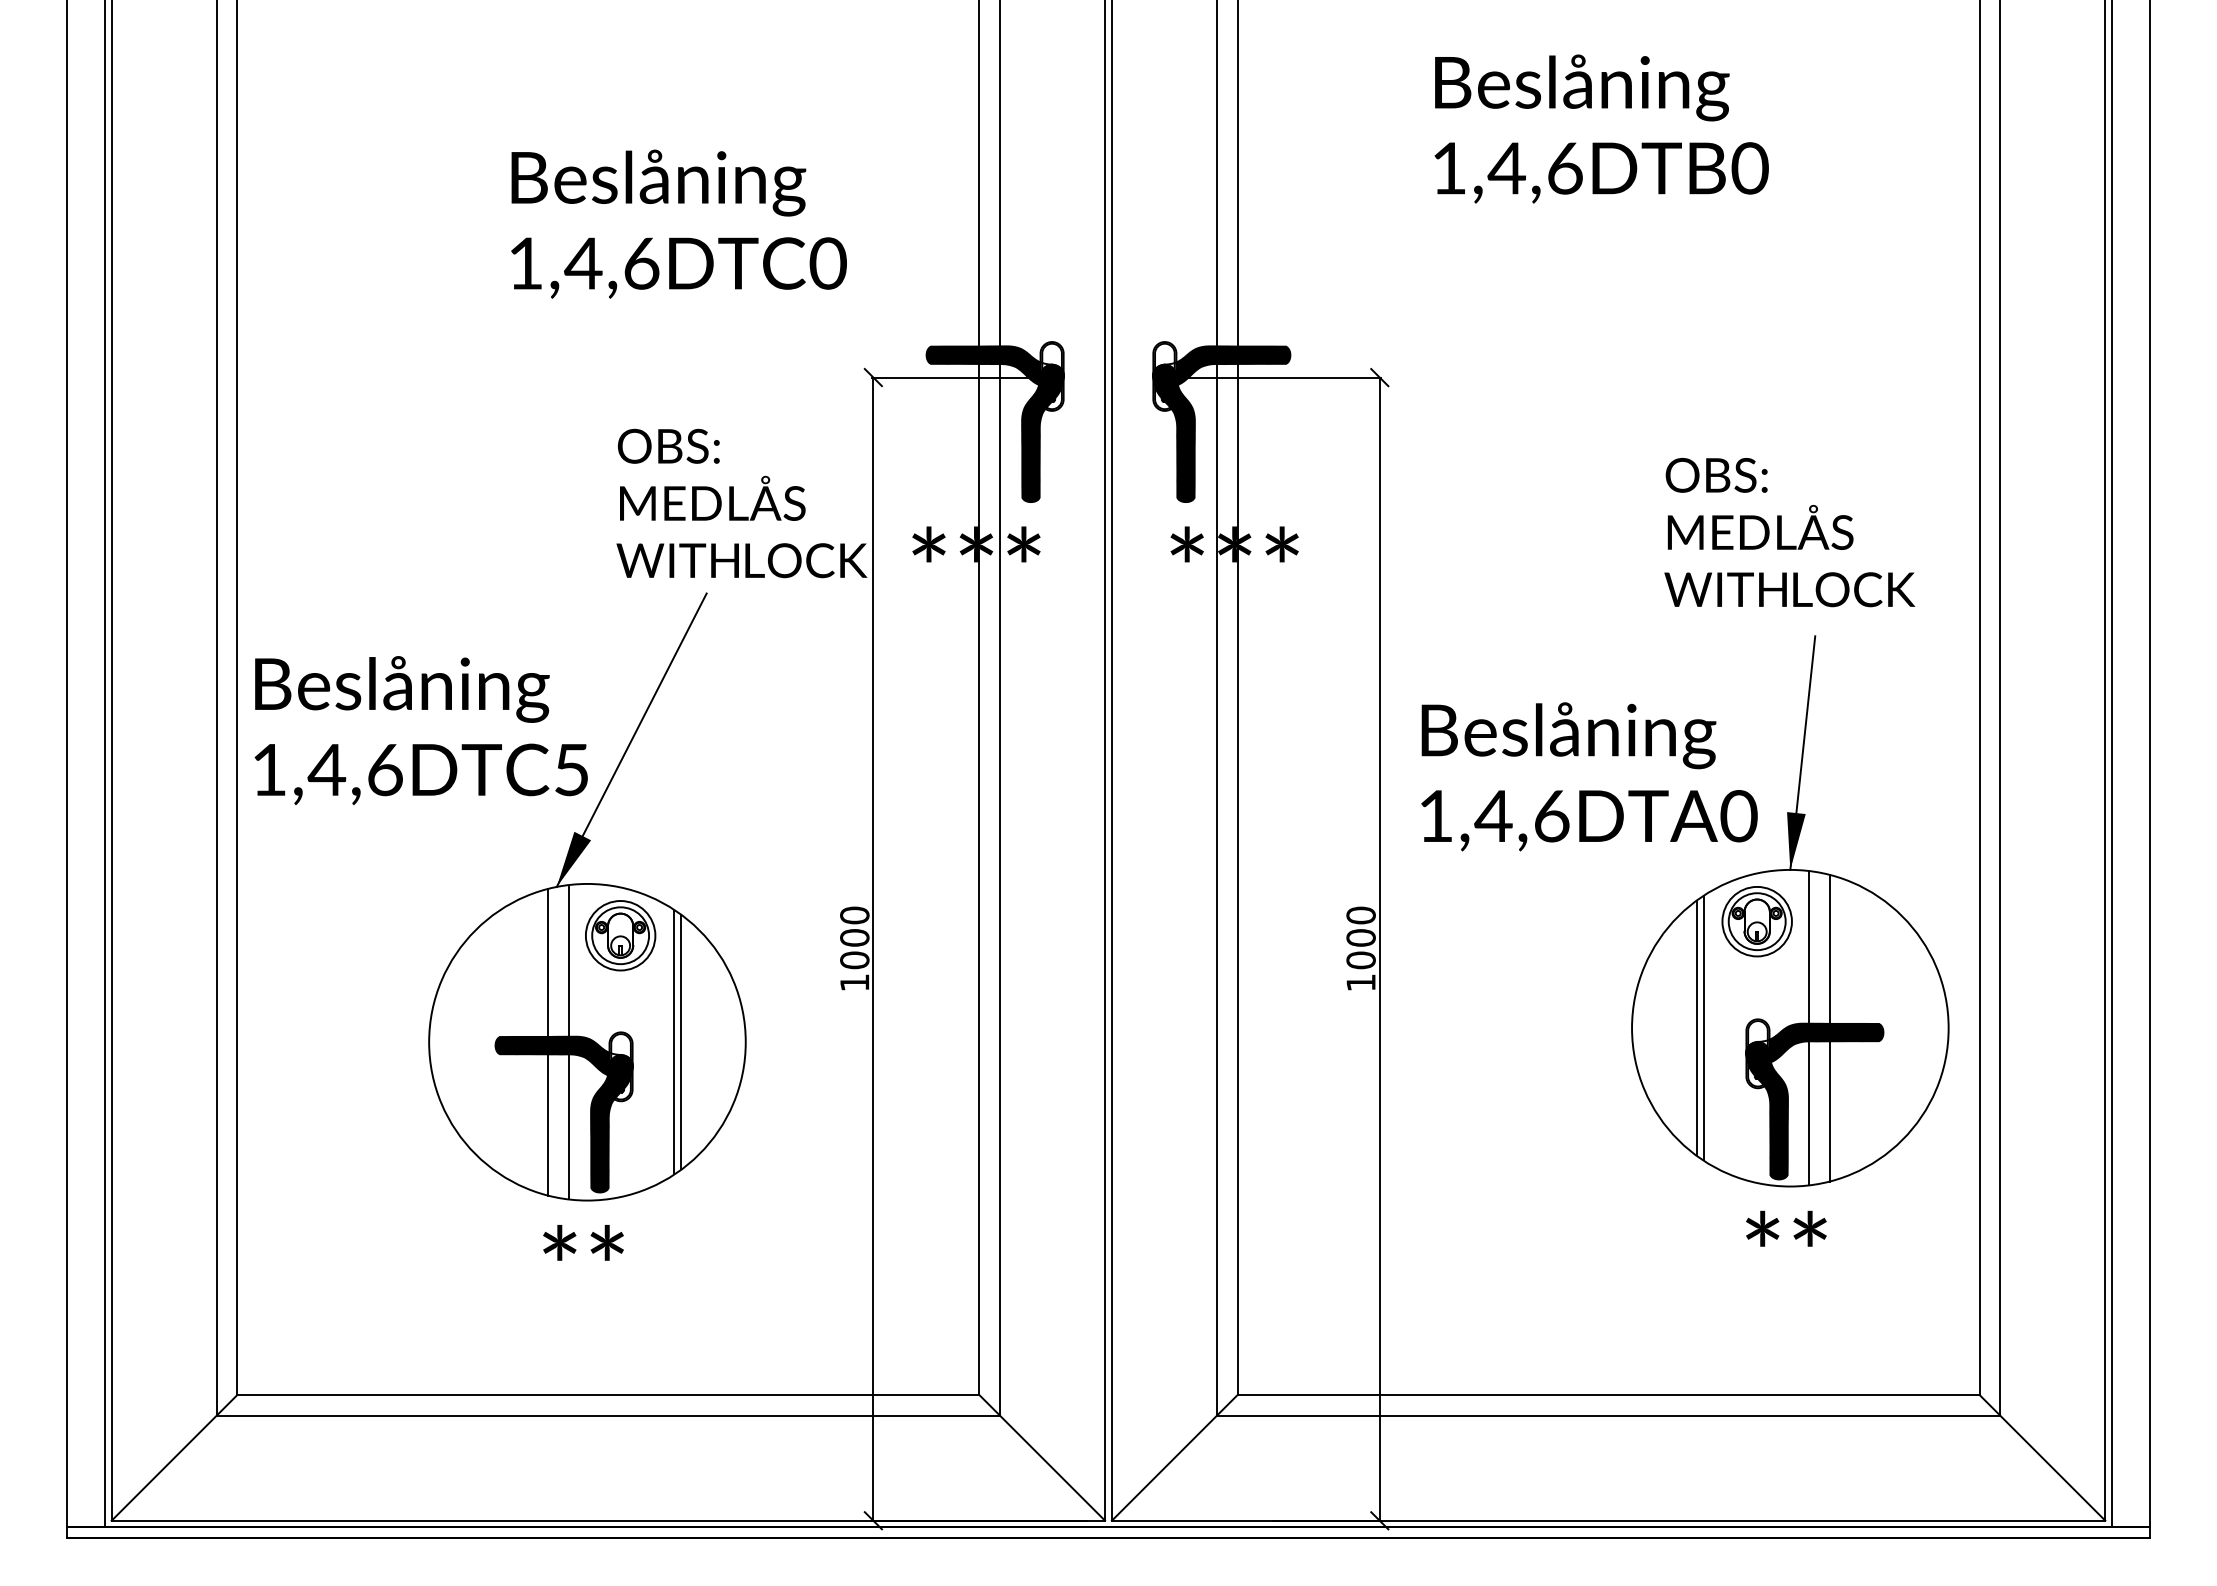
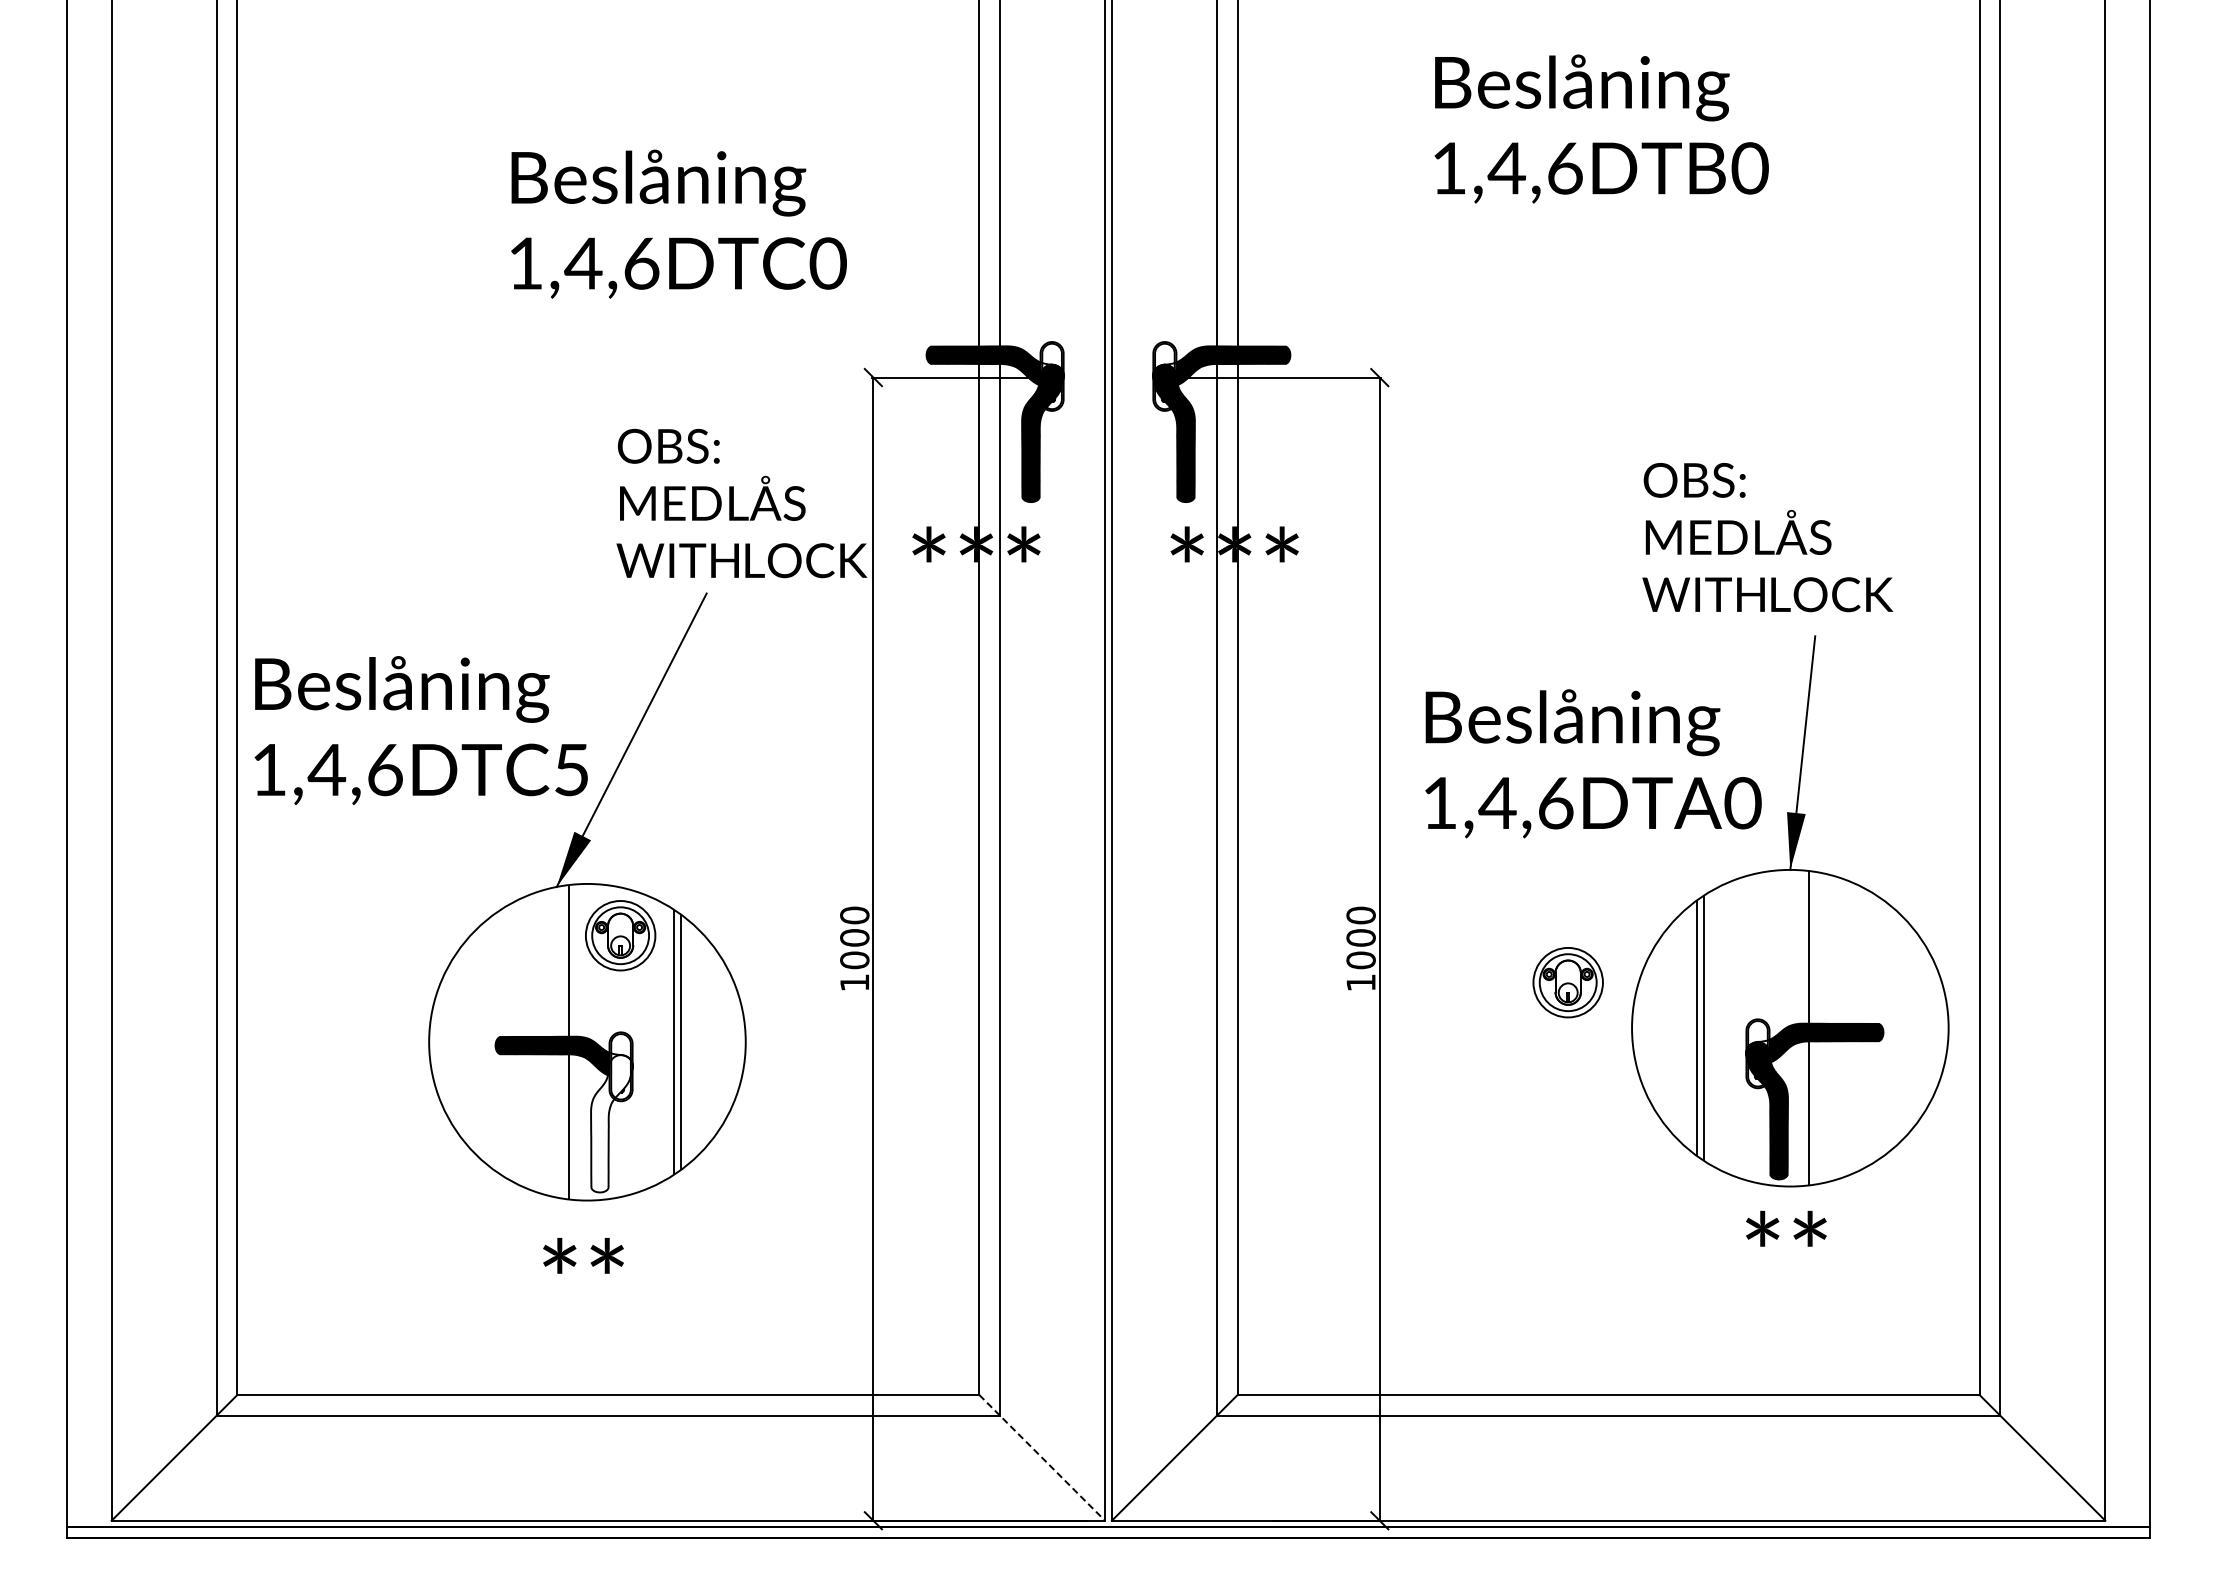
text at (1789, 532) position: (1789, 532) -> (1767, 537)
line at (105, 764): present -> none
line at (2111, 764): present -> none
text at (1589, 776) position: (1589, 776) -> (1593, 763)
part at (1756, 921) position: (1756, 921) -> (1567, 982)
line at (1829, 1027): present -> none
line at (548, 1041): present -> none
fill at (611, 1123): present -> none
text at (583, 1242) position: (583, 1242) -> (583, 1255)
line at (1042, 1457): solid -> dashed
